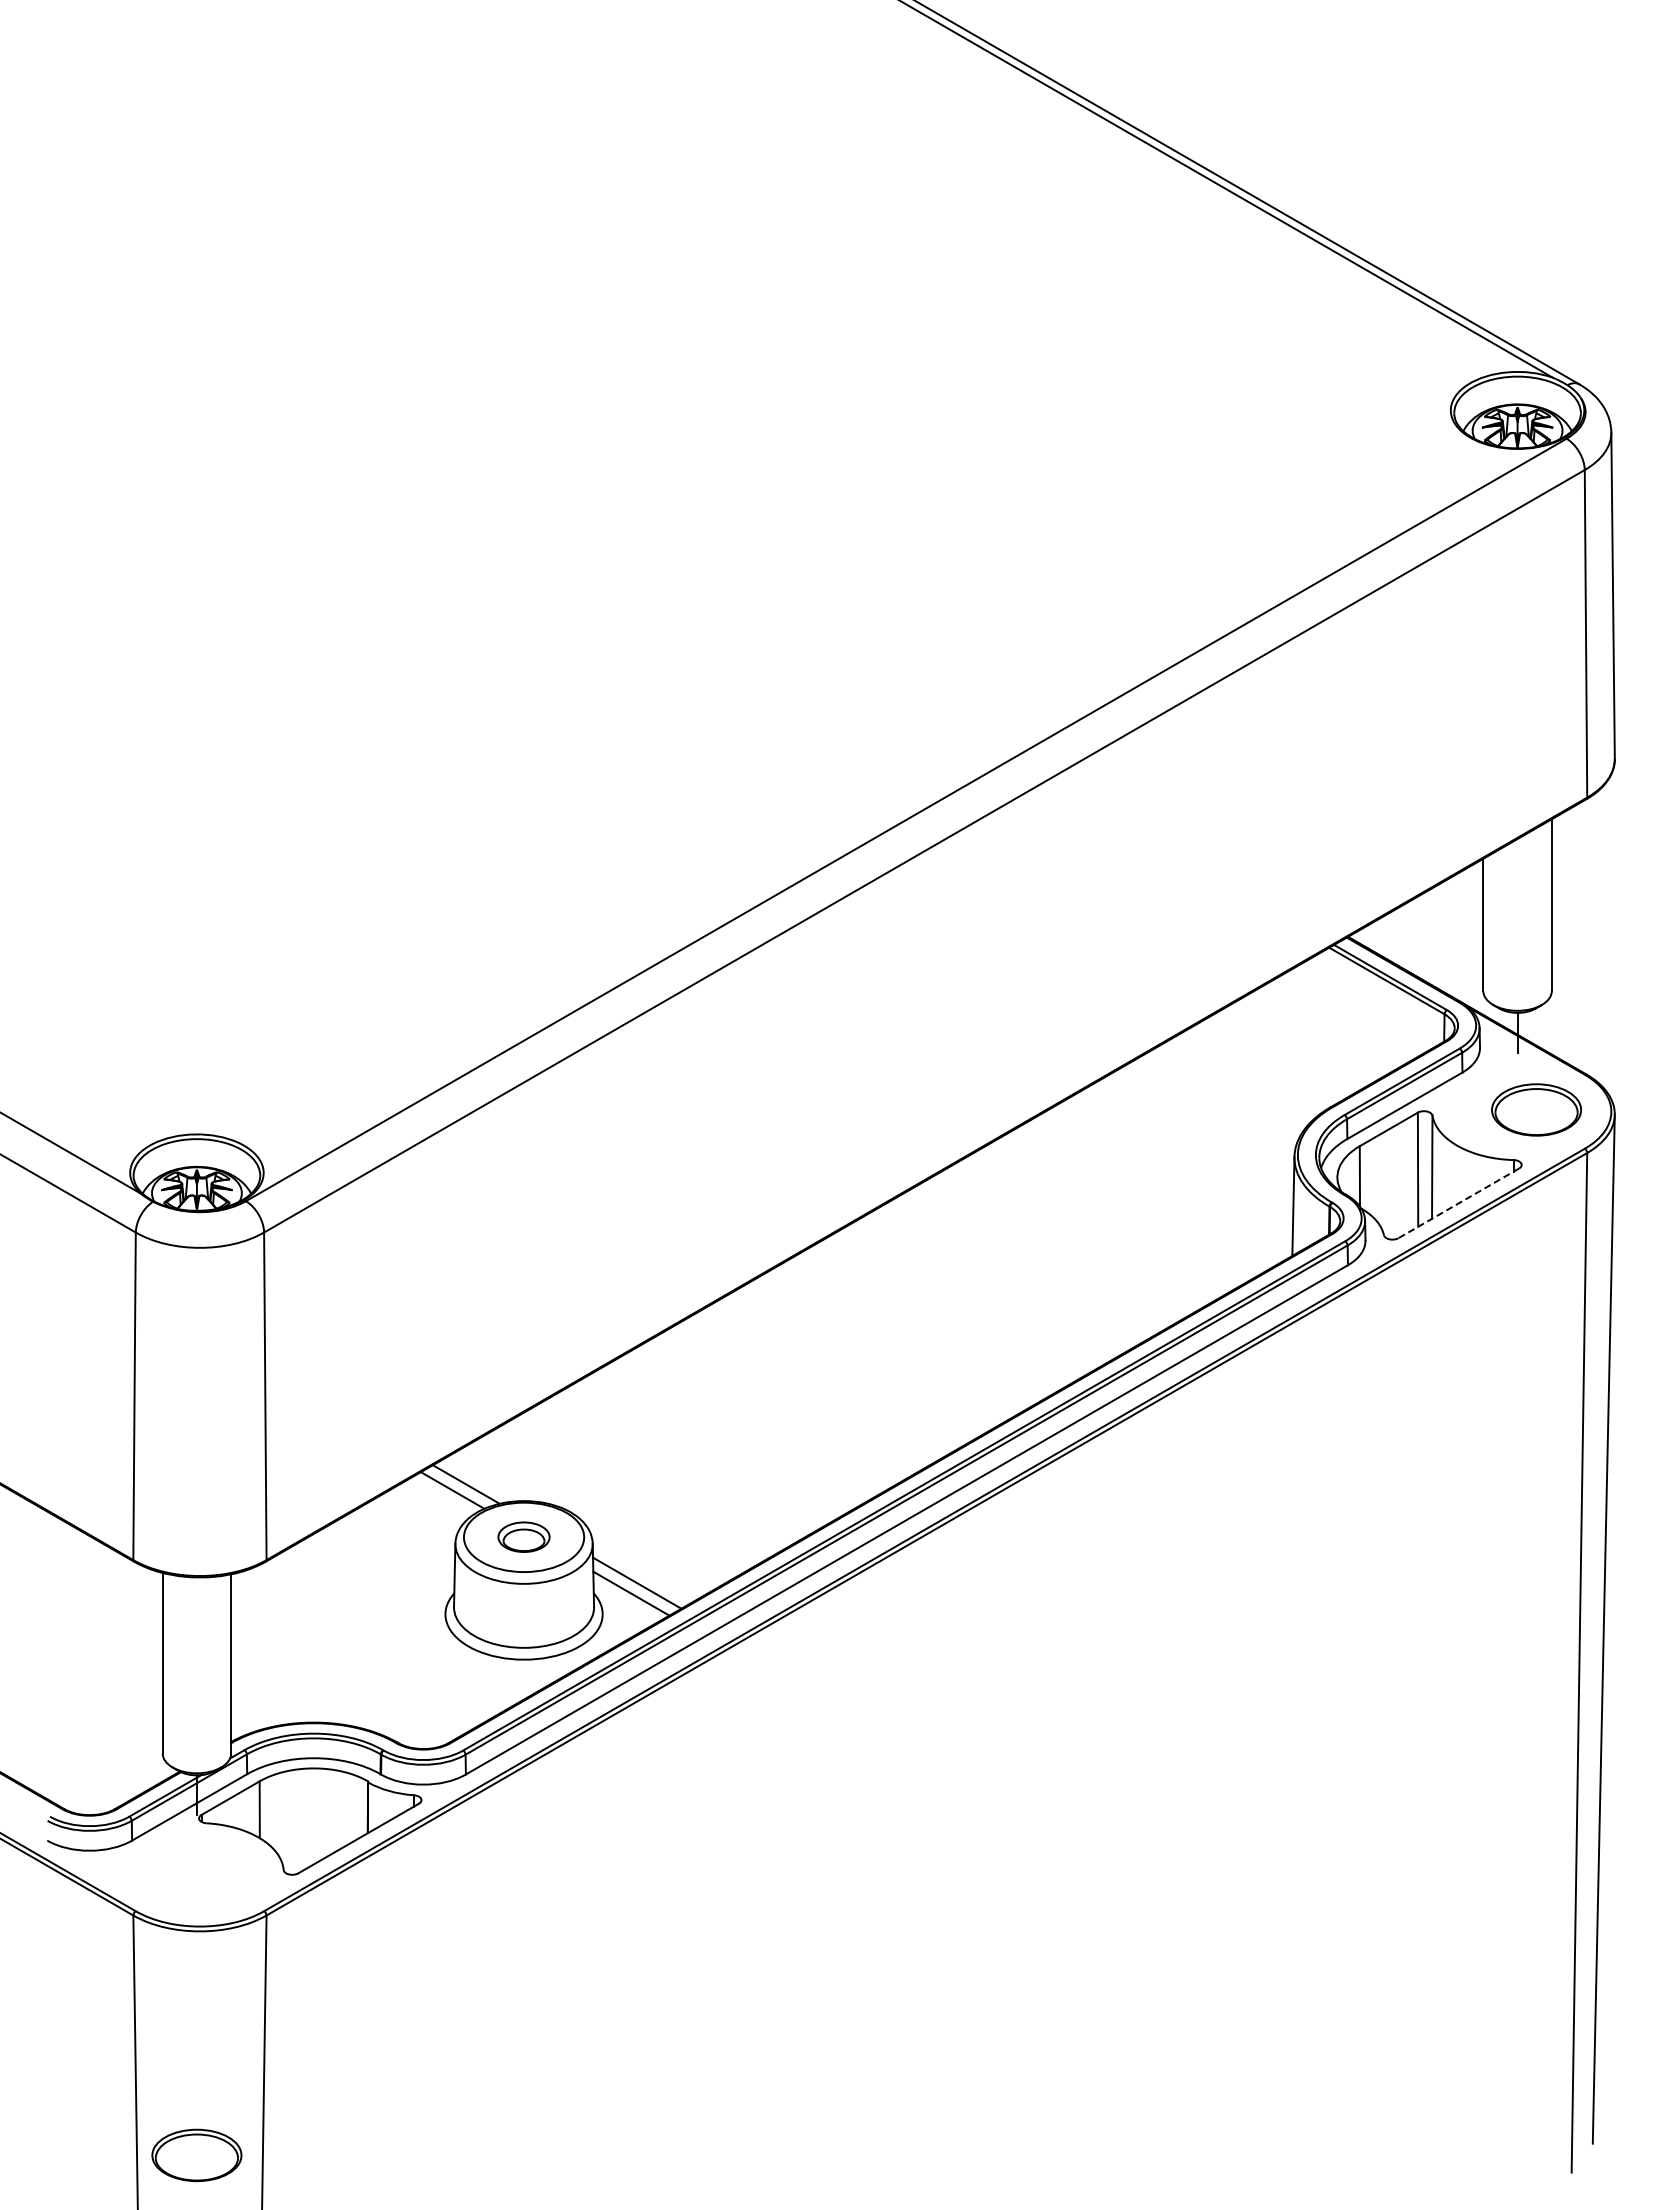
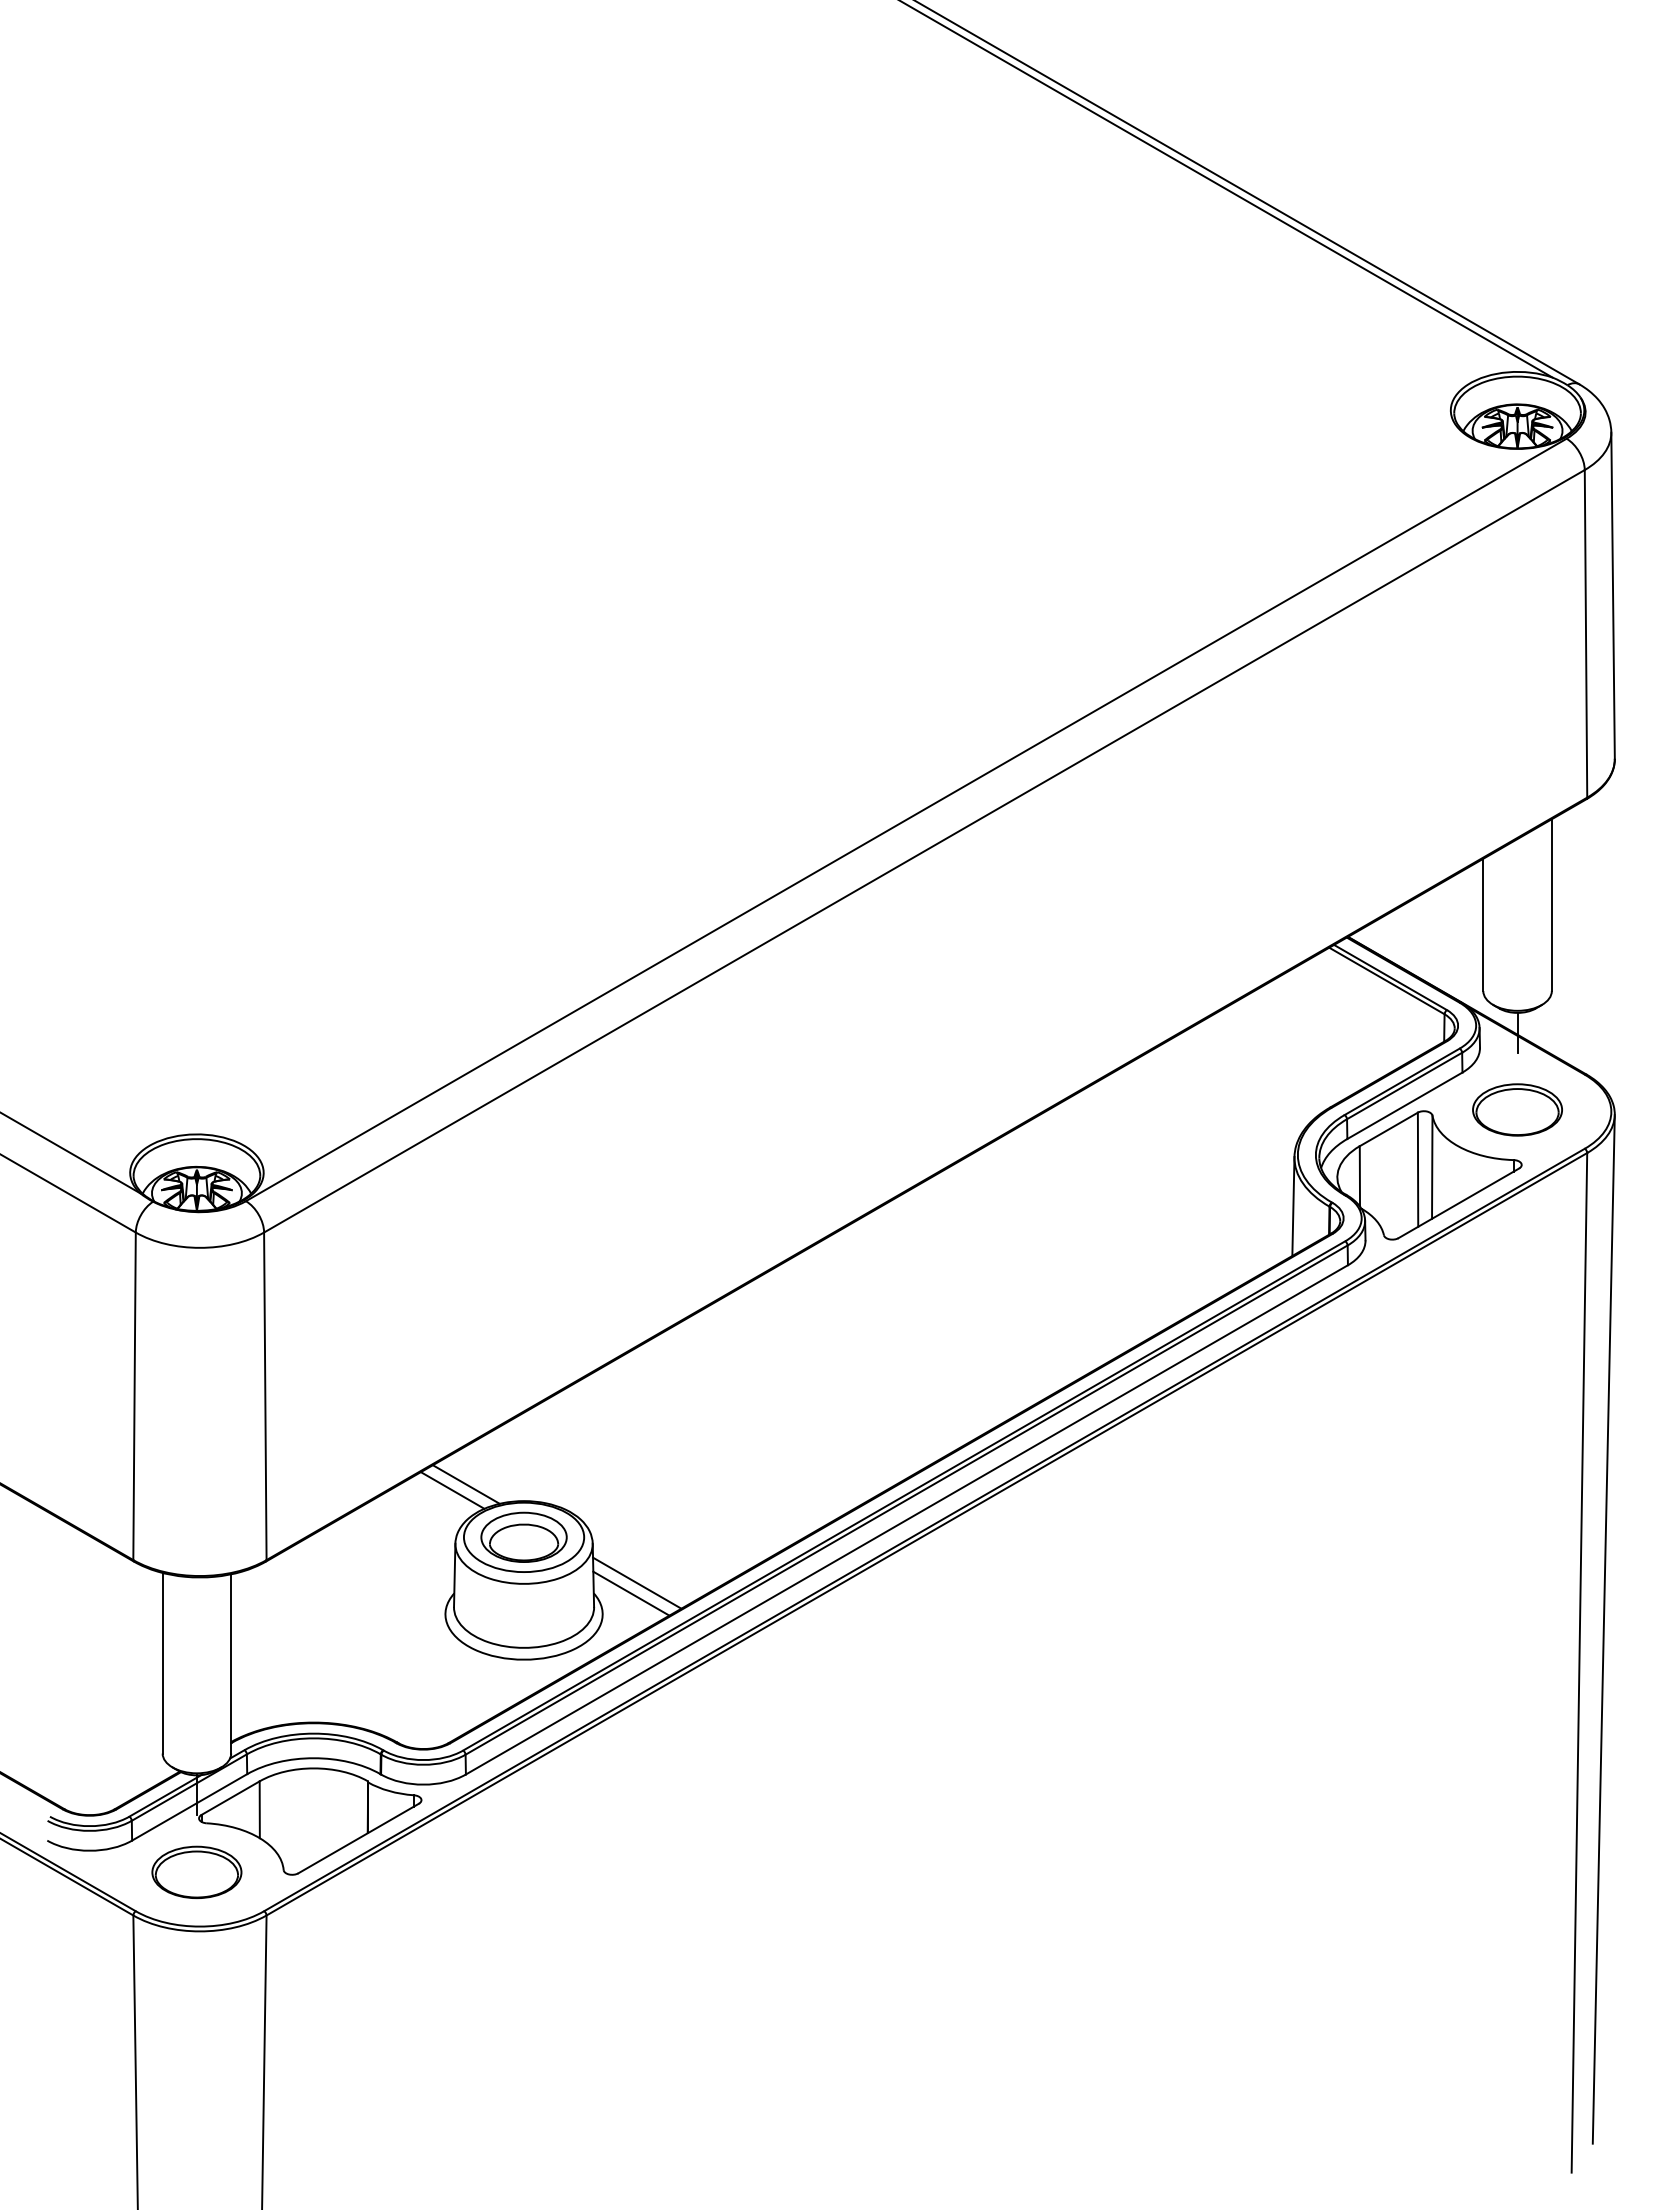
part at (1536, 1109) position: (1536, 1109) -> (1517, 1109)
line at (1458, 1203): dashed -> solid
part at (523, 1536) size: 54x32 px -> 88x52 px
part at (196, 2155) position: (196, 2155) -> (196, 1872)
